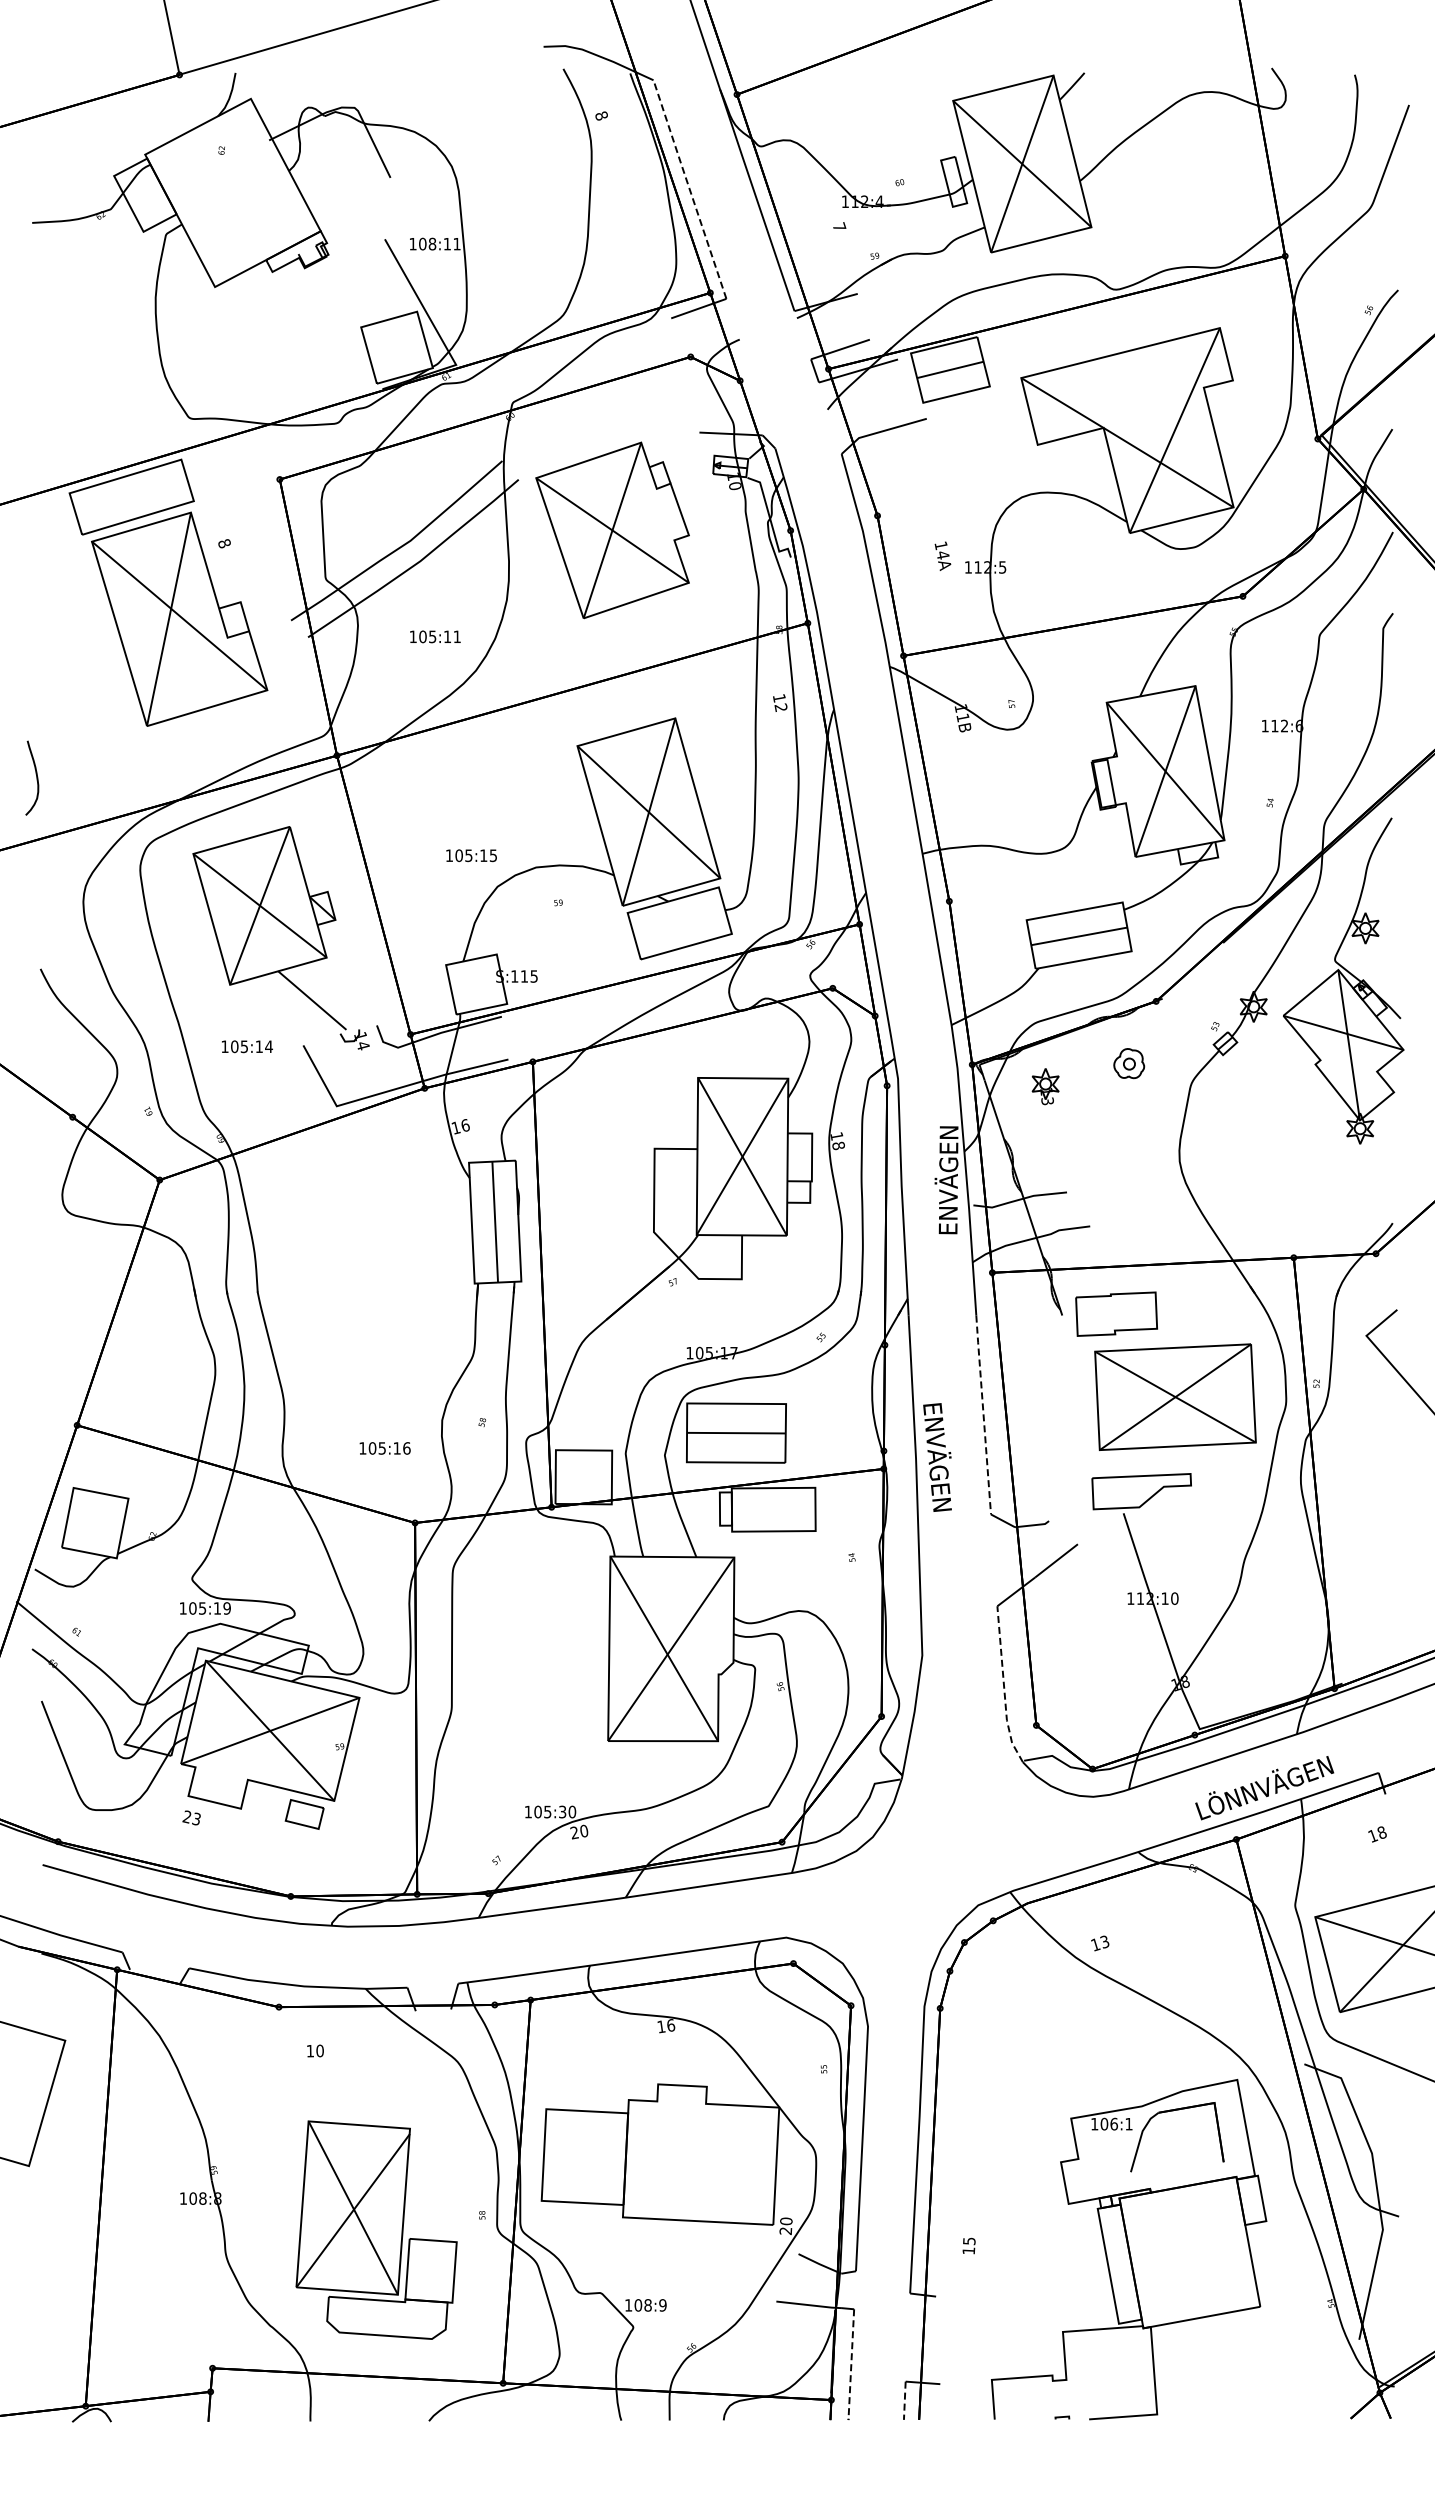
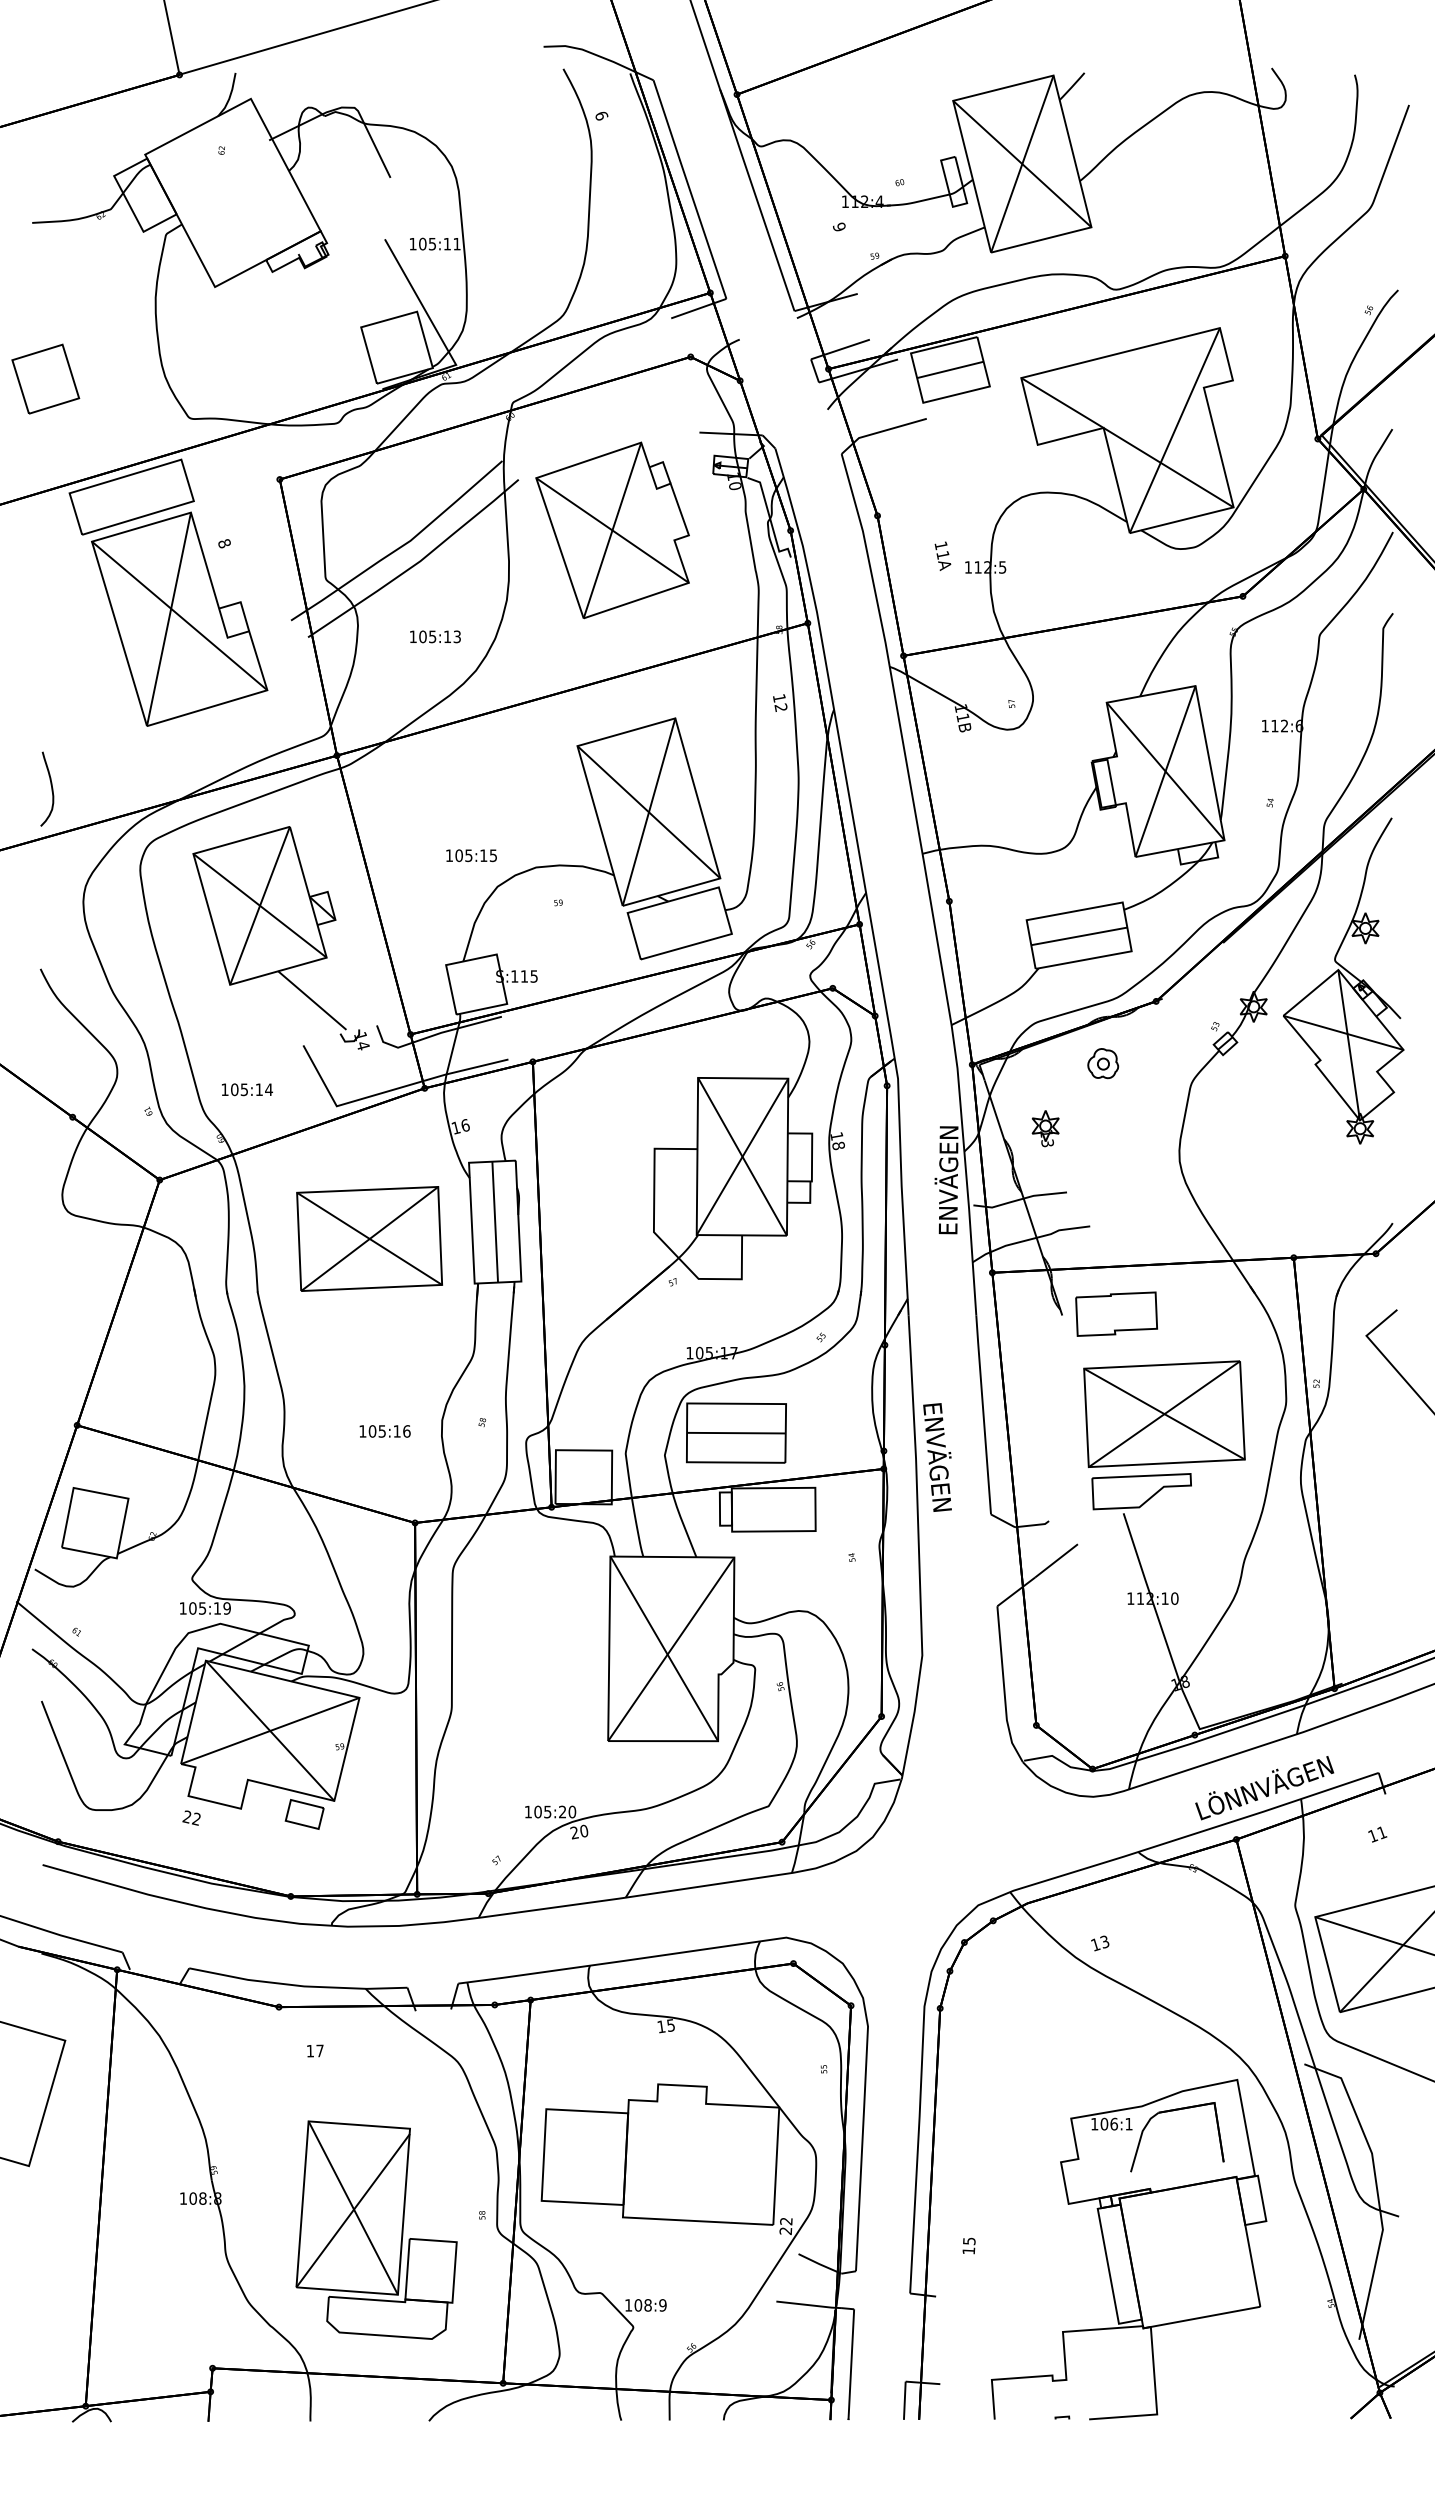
text at (601, 115): 8 -> 6
line at (689, 188): dashed -> solid
text at (839, 226): 7 -> 9
text at (432, 243): 108:11 -> 105:11
part at (45, 378): none -> present
text at (942, 555): 14A -> 11A
text at (456, 636): 105:11 -> 105:13
curve at (36, 777) position: (36, 777) -> (51, 788)
text at (247, 1046) position: (247, 1046) -> (247, 1089)
part at (1129, 1063) position: (1129, 1063) -> (1103, 1063)
part at (1045, 1086) position: (1045, 1086) -> (1045, 1128)
part at (369, 1238): none -> present
part at (1175, 1396) position: (1175, 1396) -> (1164, 1413)
line at (983, 1414): dashed -> solid
text at (384, 1448) position: (384, 1448) -> (384, 1431)
line at (1004, 1687): dashed -> solid
text at (562, 1812): 105:30 -> 105:20
text at (196, 1819): 23 -> 22
text at (1382, 1832): 18 -> 11
text at (671, 2025): 16 -> 15
text at (319, 2050): 10 -> 17
text at (786, 2221): 20 -> 22
line at (851, 2365): dashed -> solid
line at (904, 2401): dashed -> solid
